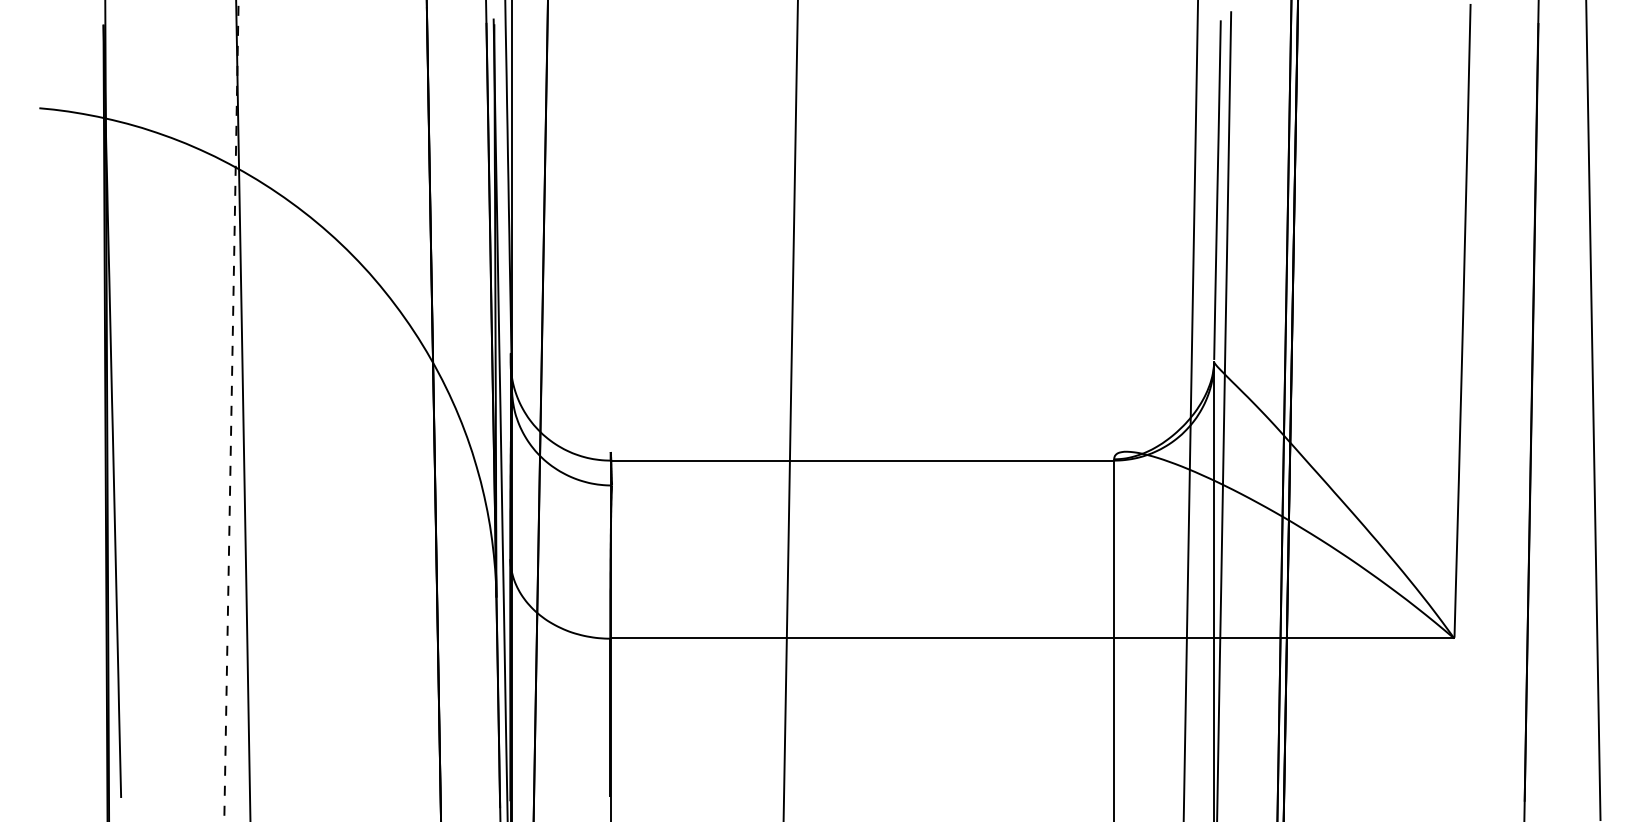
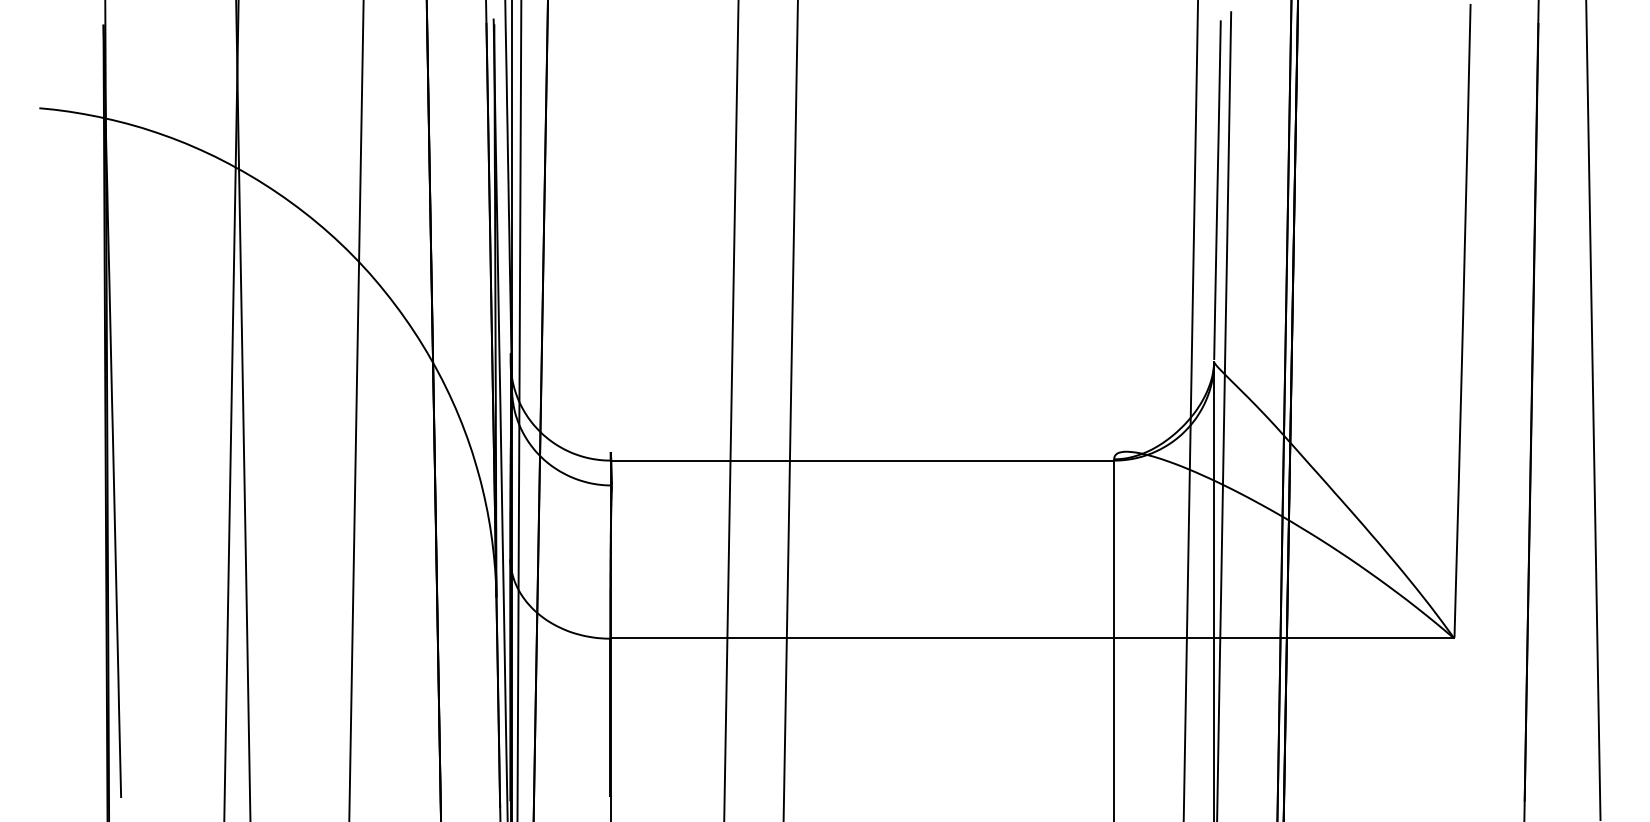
line at (356, 410): none -> present
line at (519, 410): none -> present
line at (731, 410): none -> present
line at (231, 411): dashed -> solid
